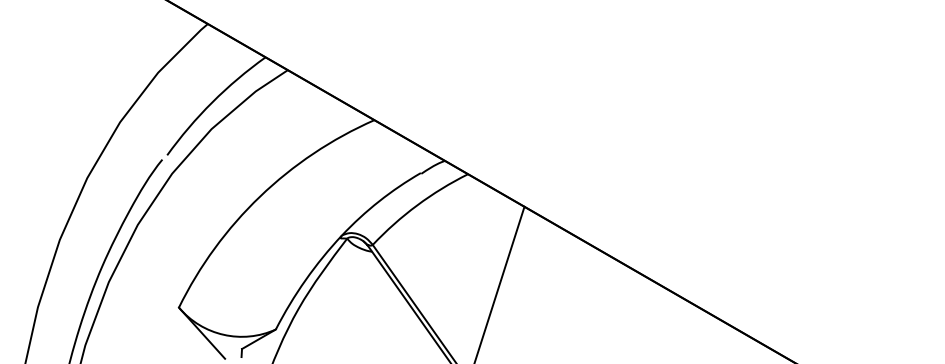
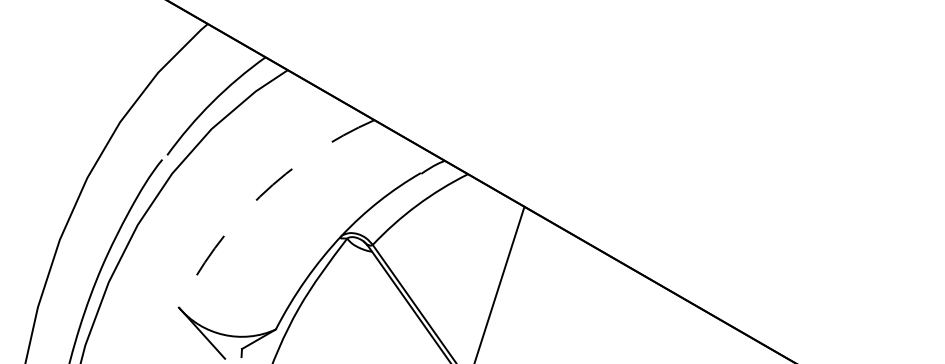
arc at (260, 196): solid -> dashed
